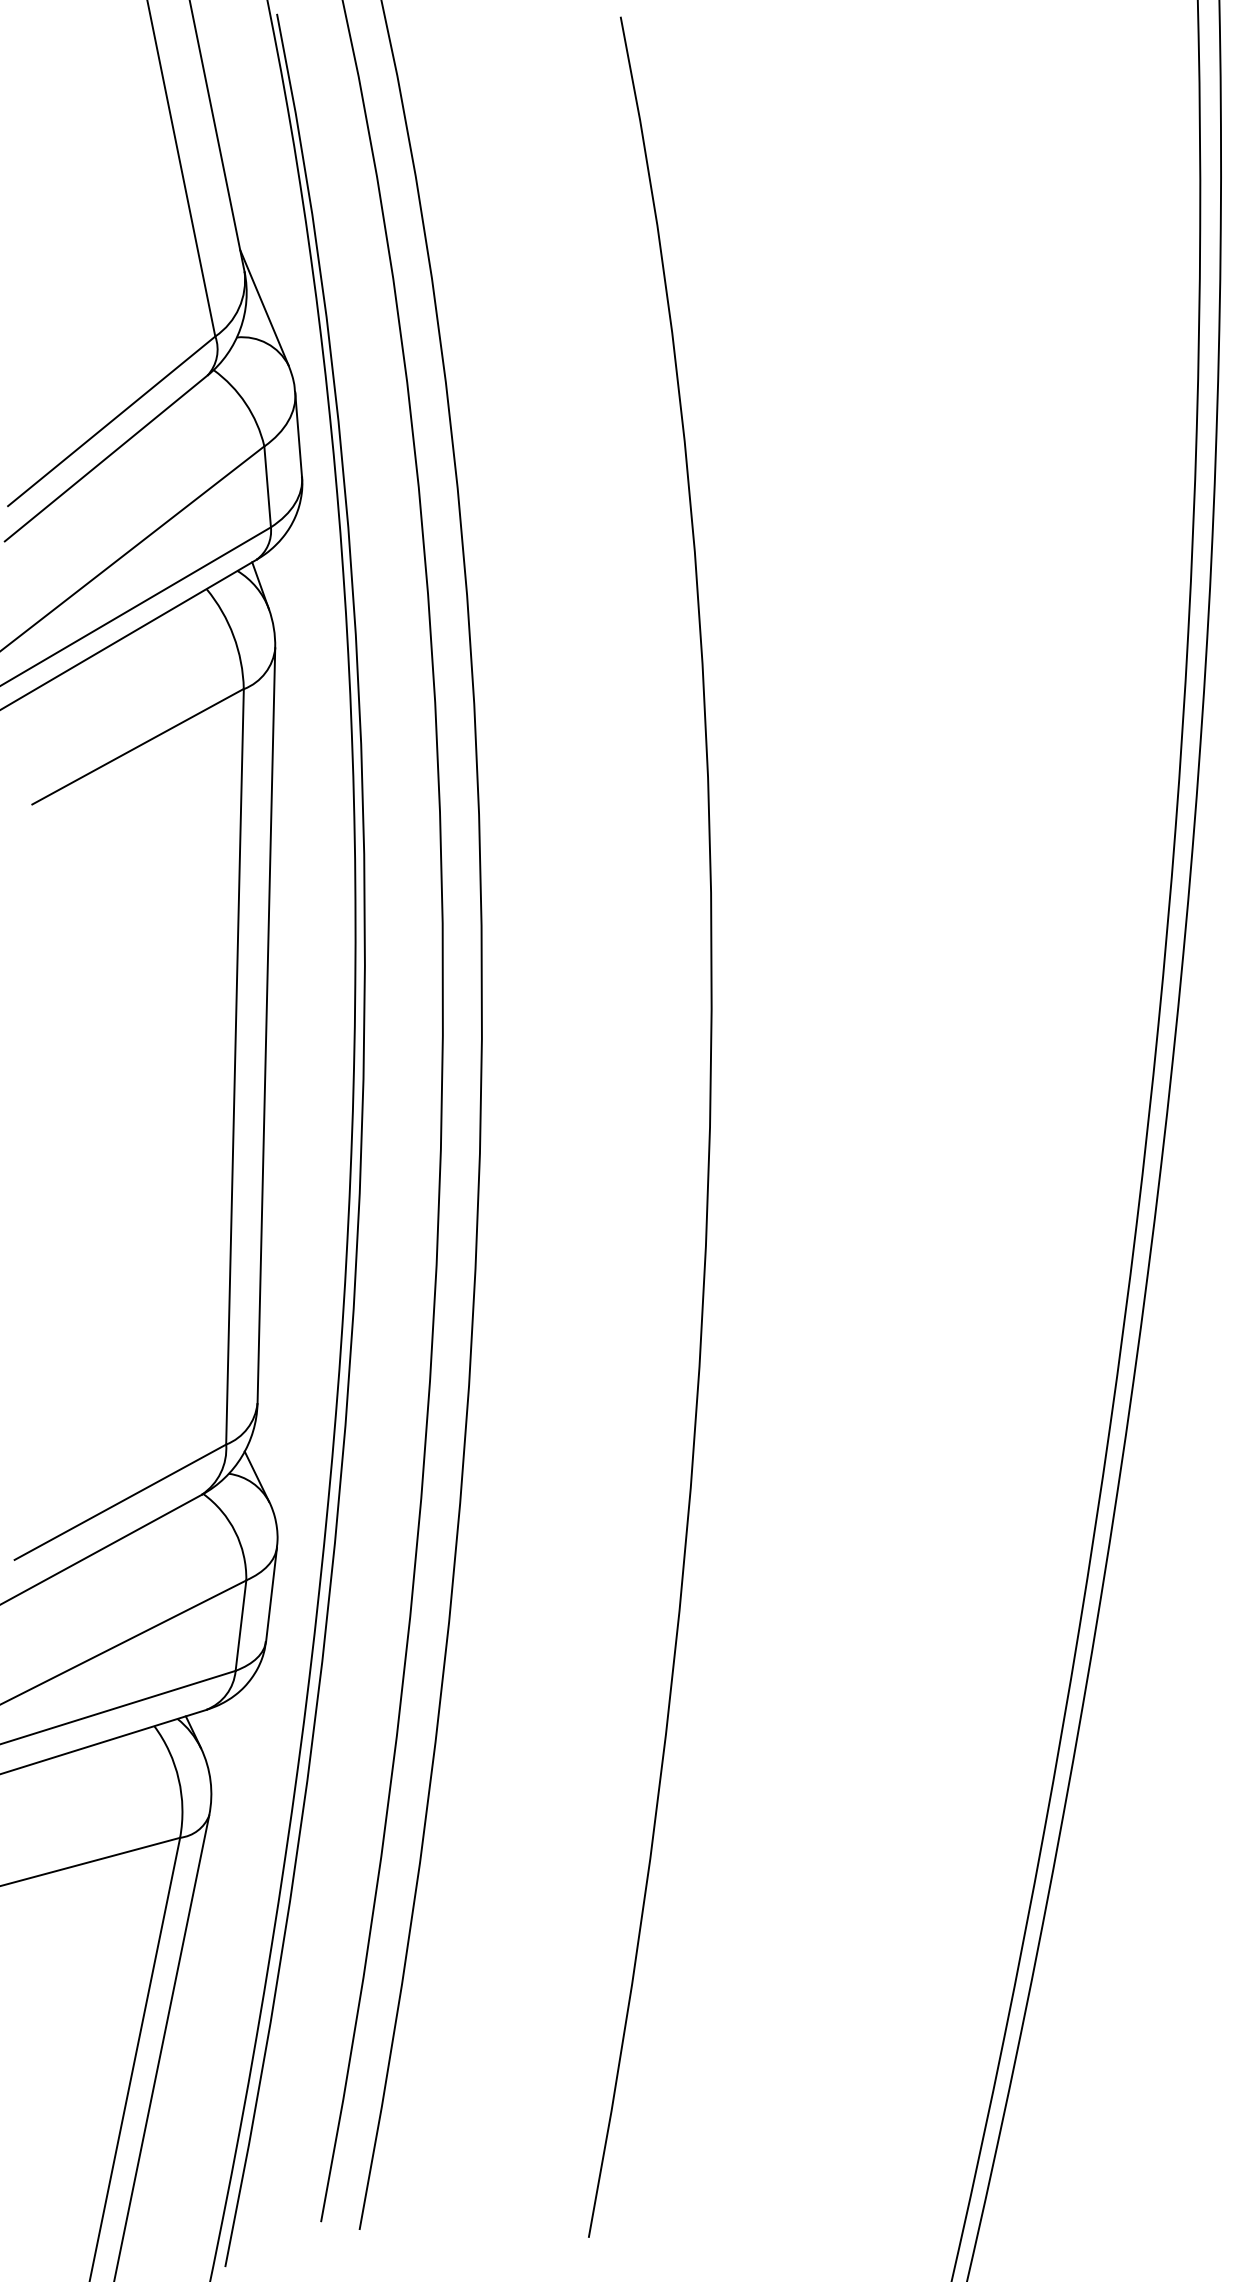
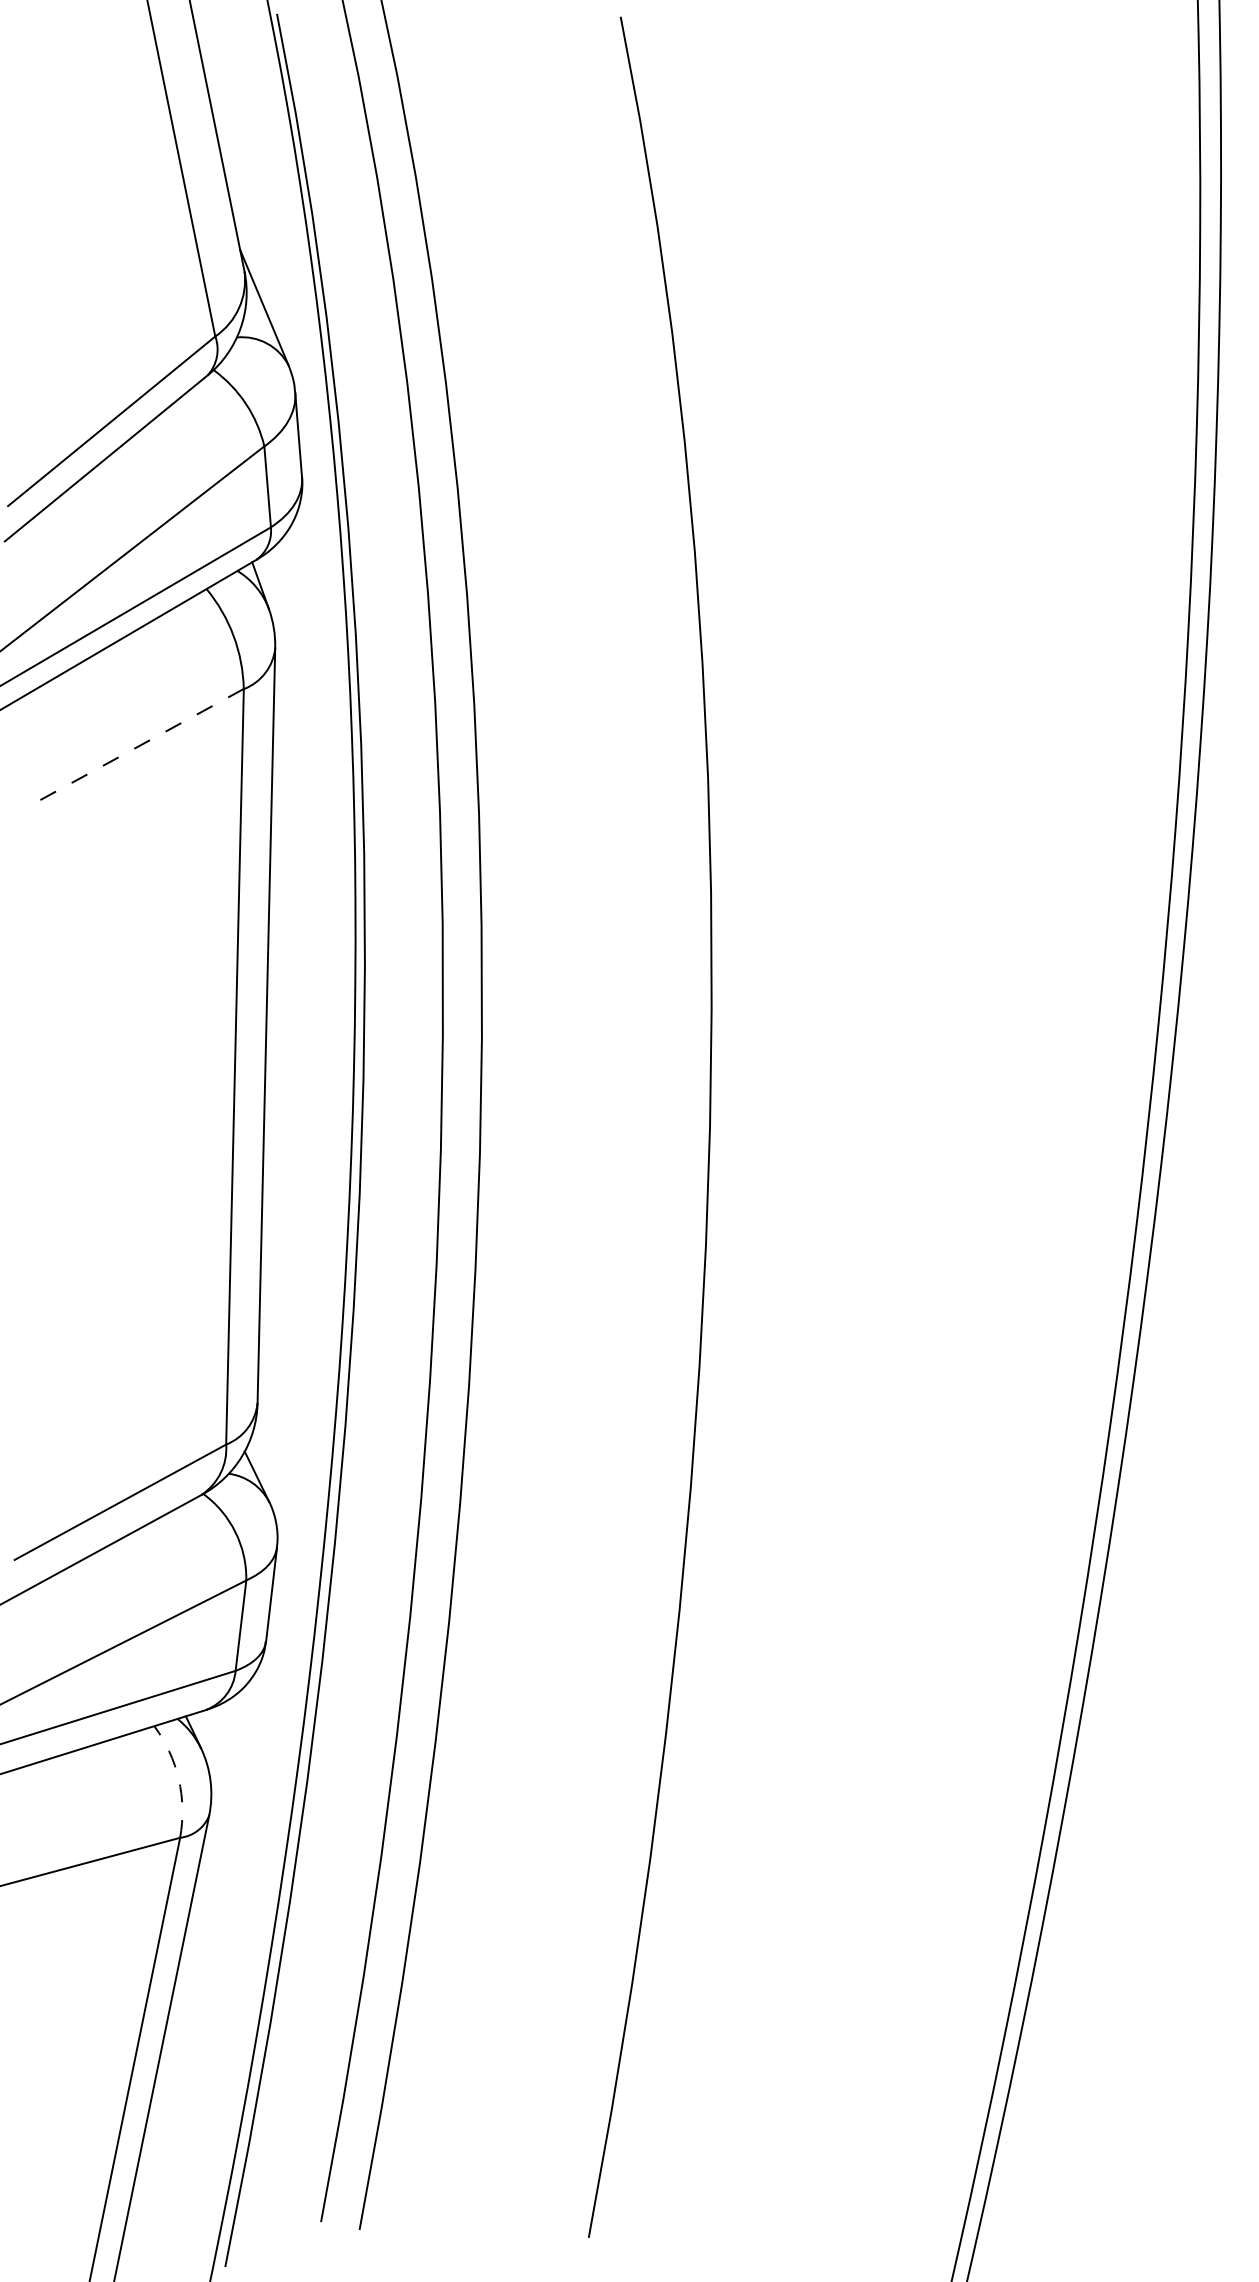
line at (138, 746): solid -> dashed
arc at (178, 1779): solid -> dashed
